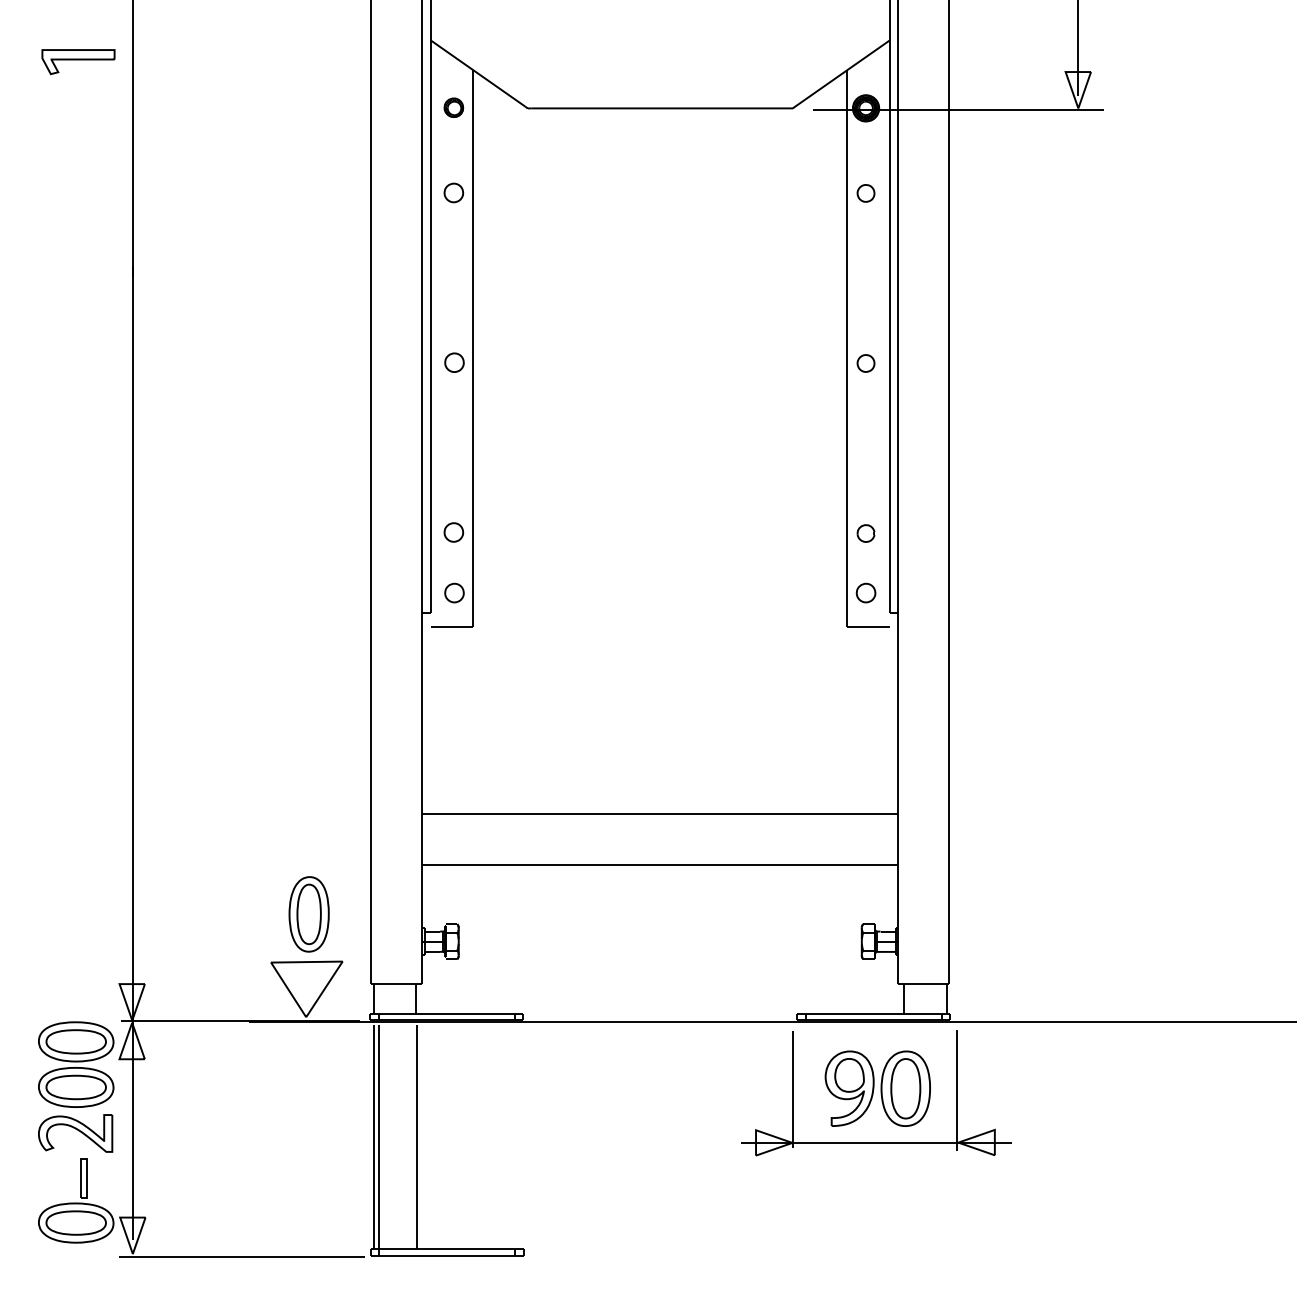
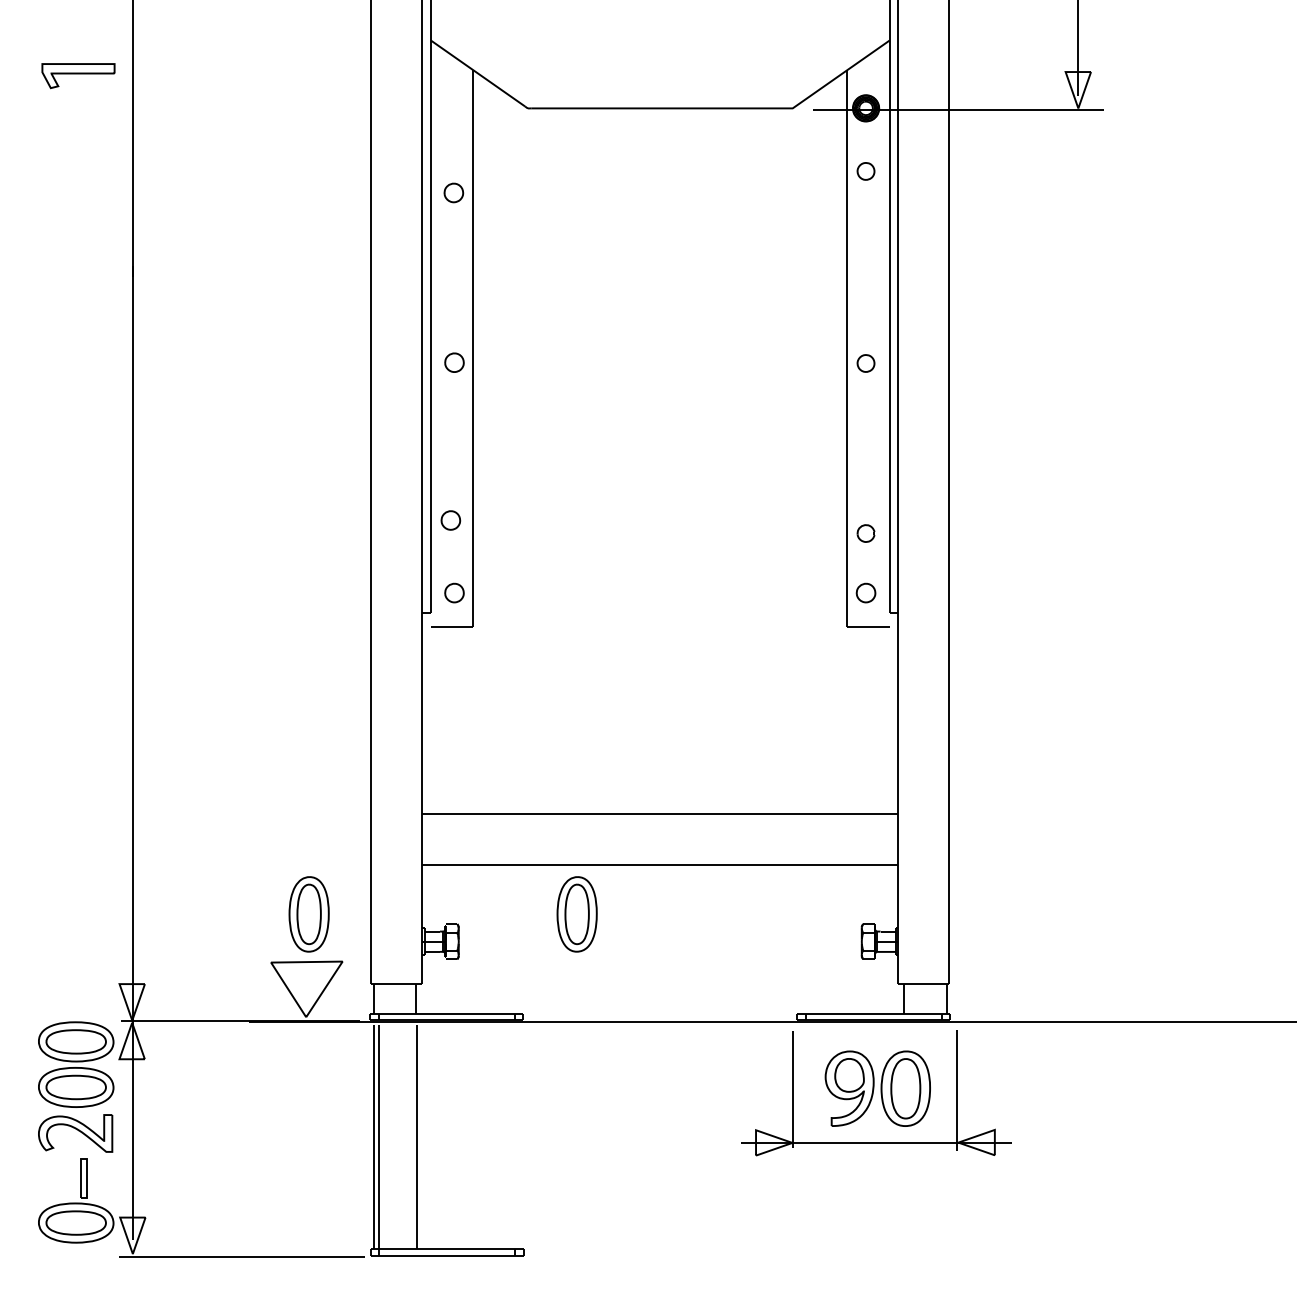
part at (78, 62) position: (78, 62) -> (78, 76)
part at (453, 107): present -> none
part at (865, 193) position: (865, 193) -> (865, 171)
part at (453, 532) position: (453, 532) -> (450, 520)
part at (576, 914): none -> present
